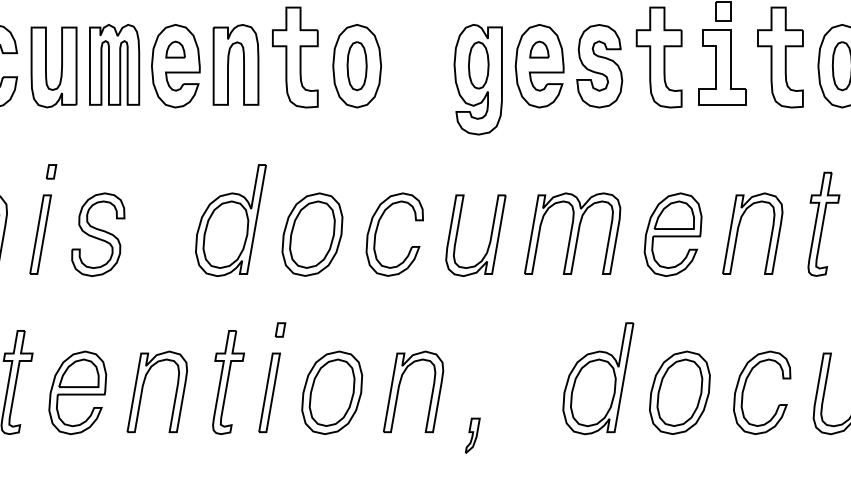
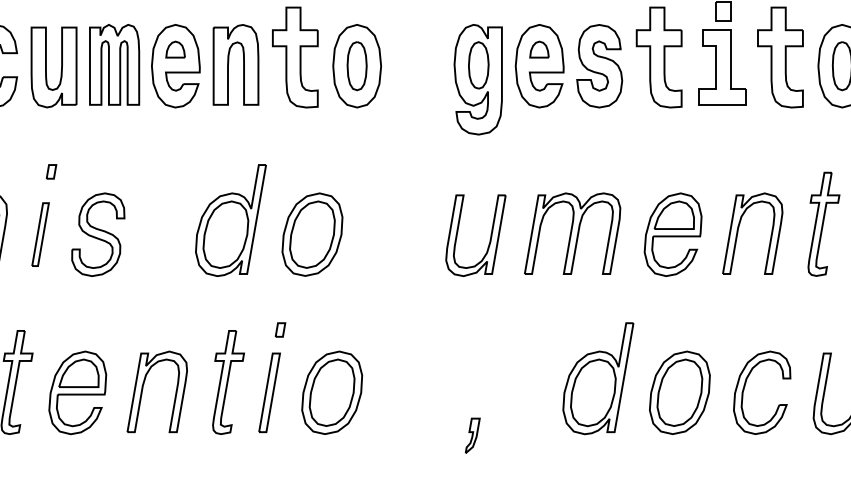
part at (378, 227): present -> none
part at (40, 234) size: 23x81 px -> 19x65 px
part at (399, 390): present -> none
